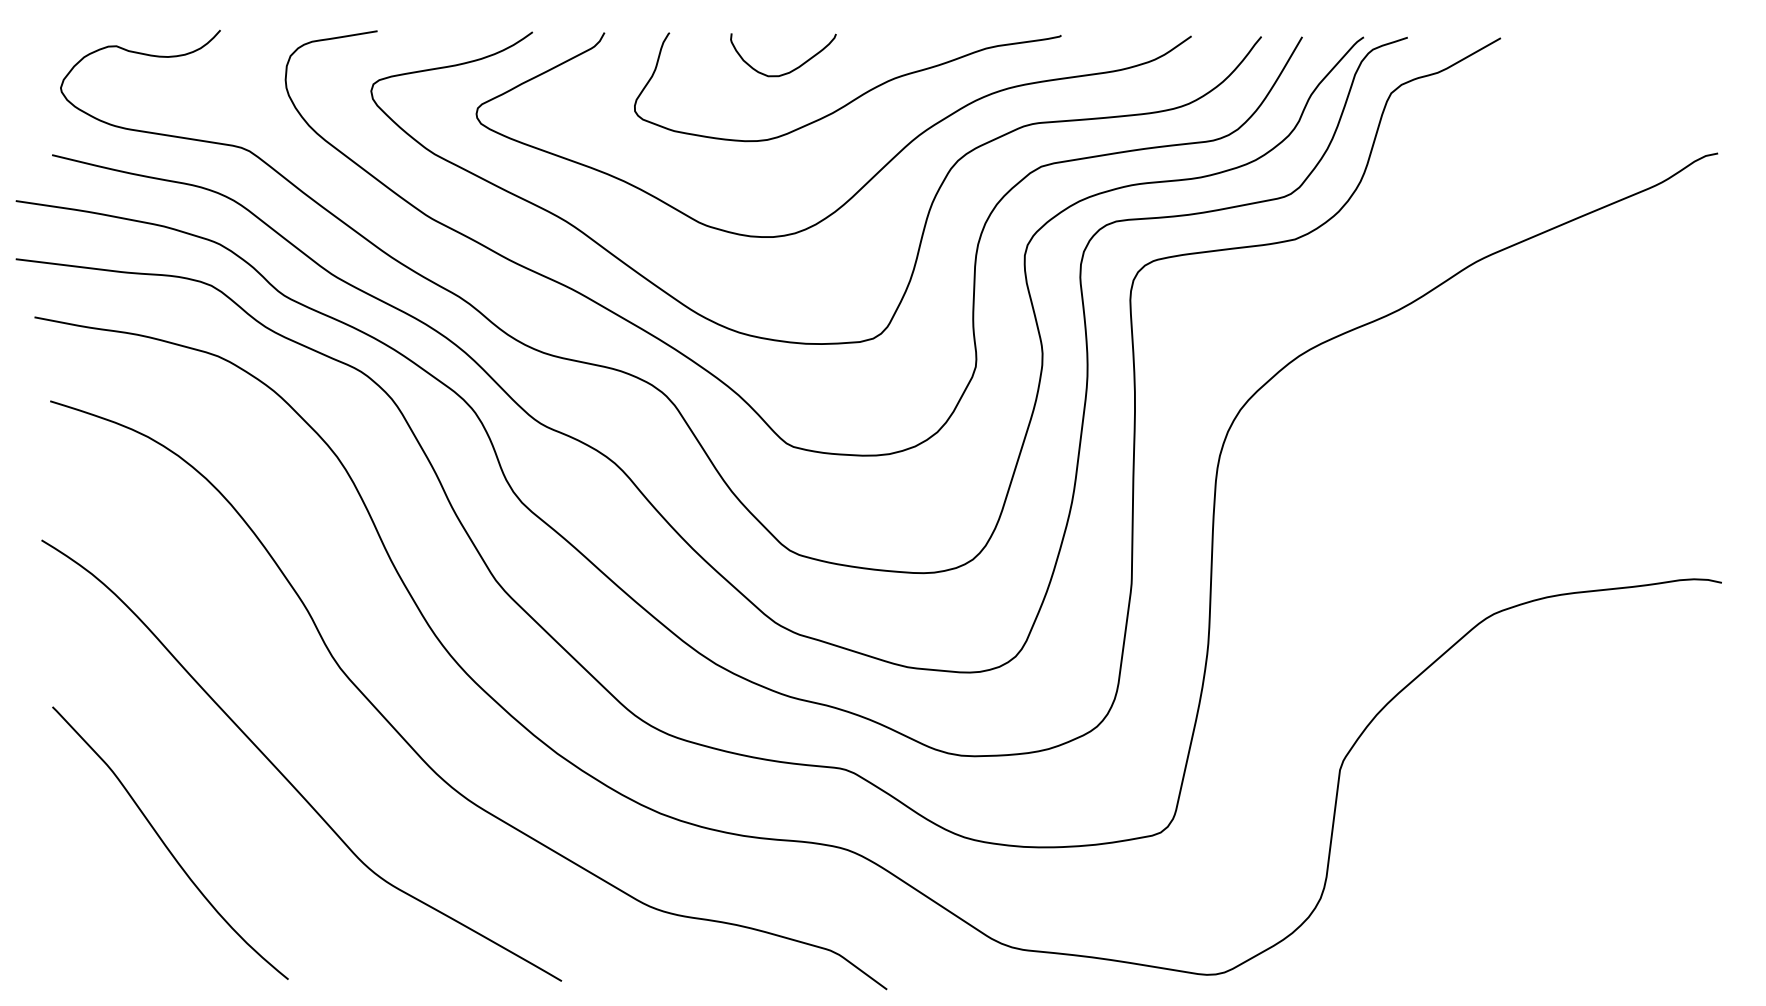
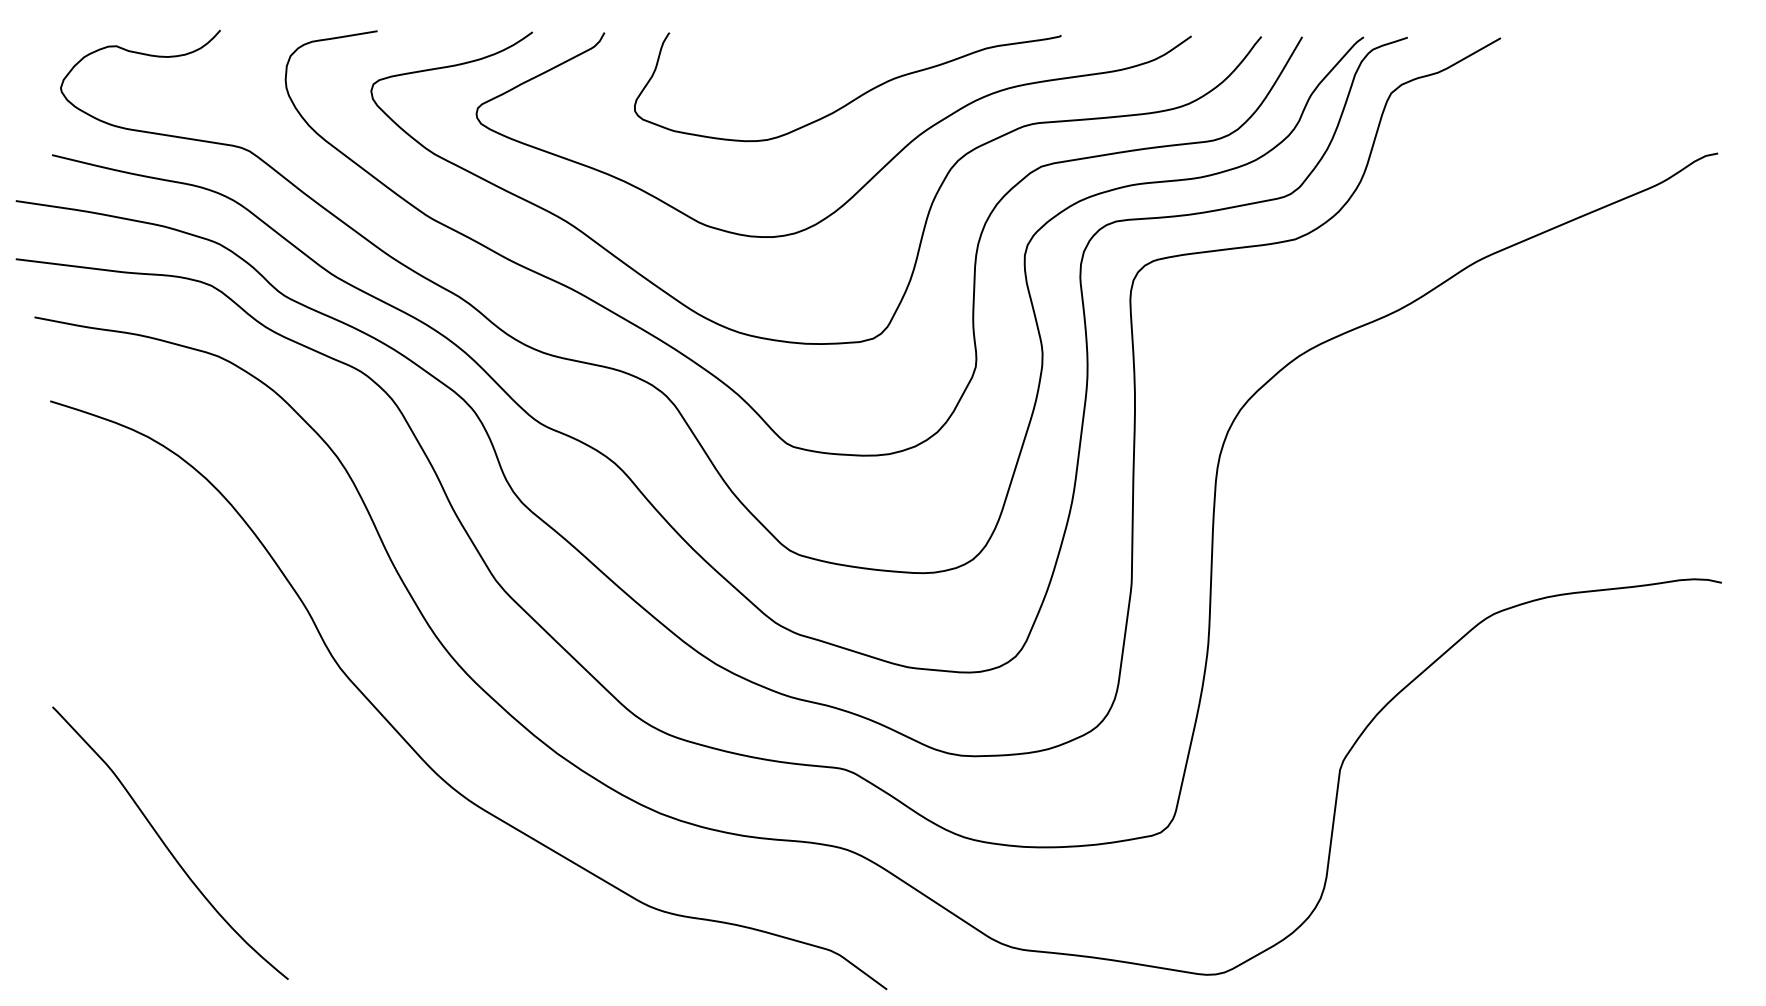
curve at (792, 69): present -> none
curve at (285, 776): present -> none
